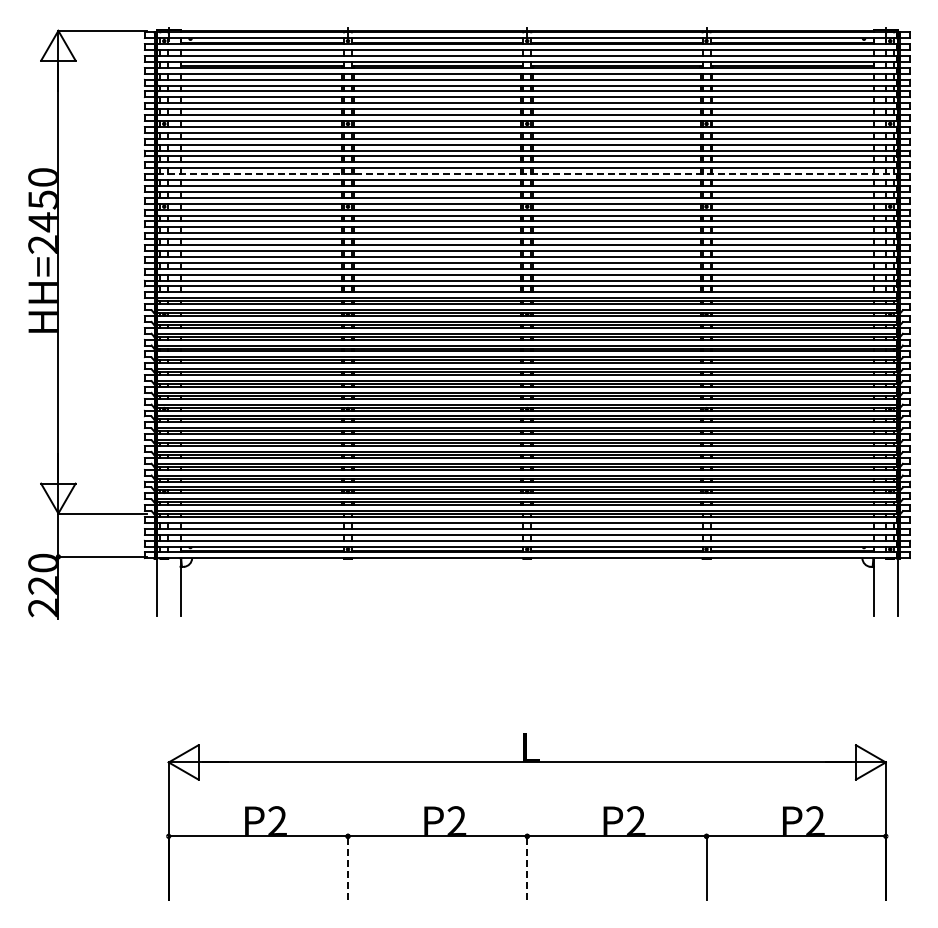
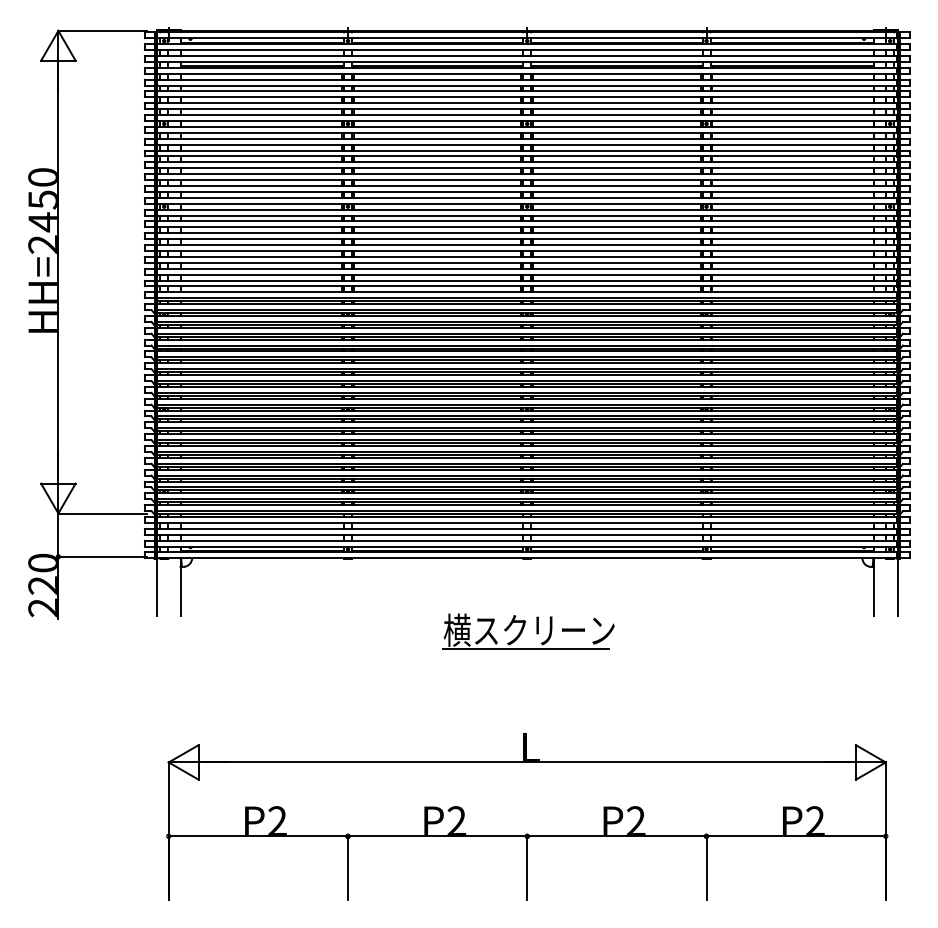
line at (527, 174): dashed -> solid
part at (528, 631): none -> present
line at (348, 867): dashed -> solid
line at (527, 867): dashed -> solid
